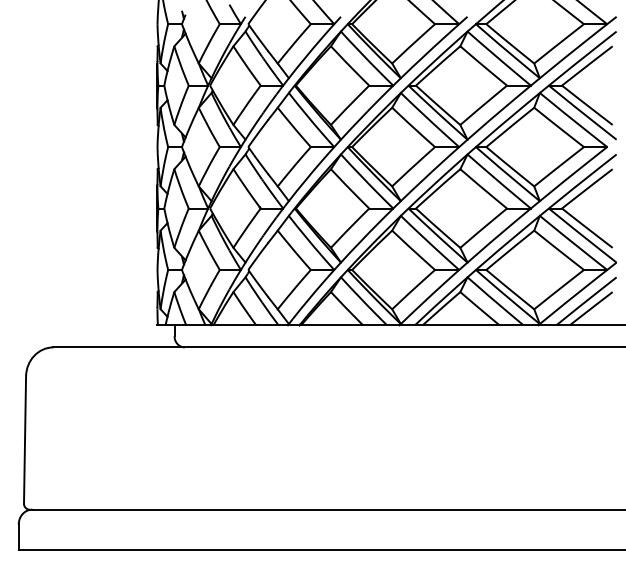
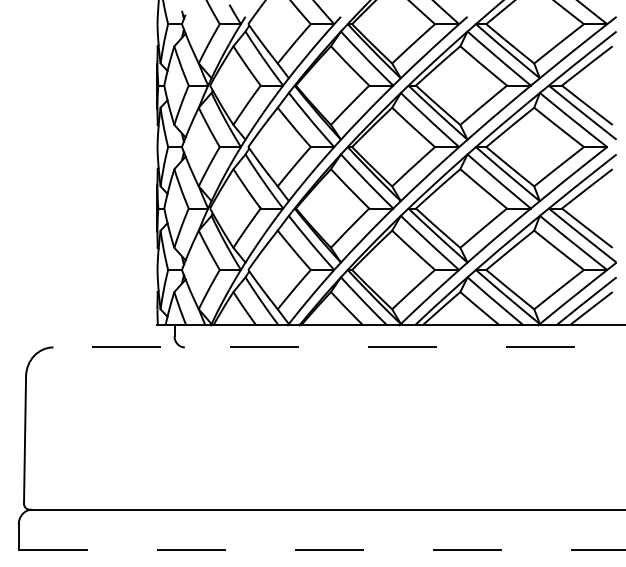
line at (339, 347): solid -> dashed
line at (322, 550): solid -> dashed
